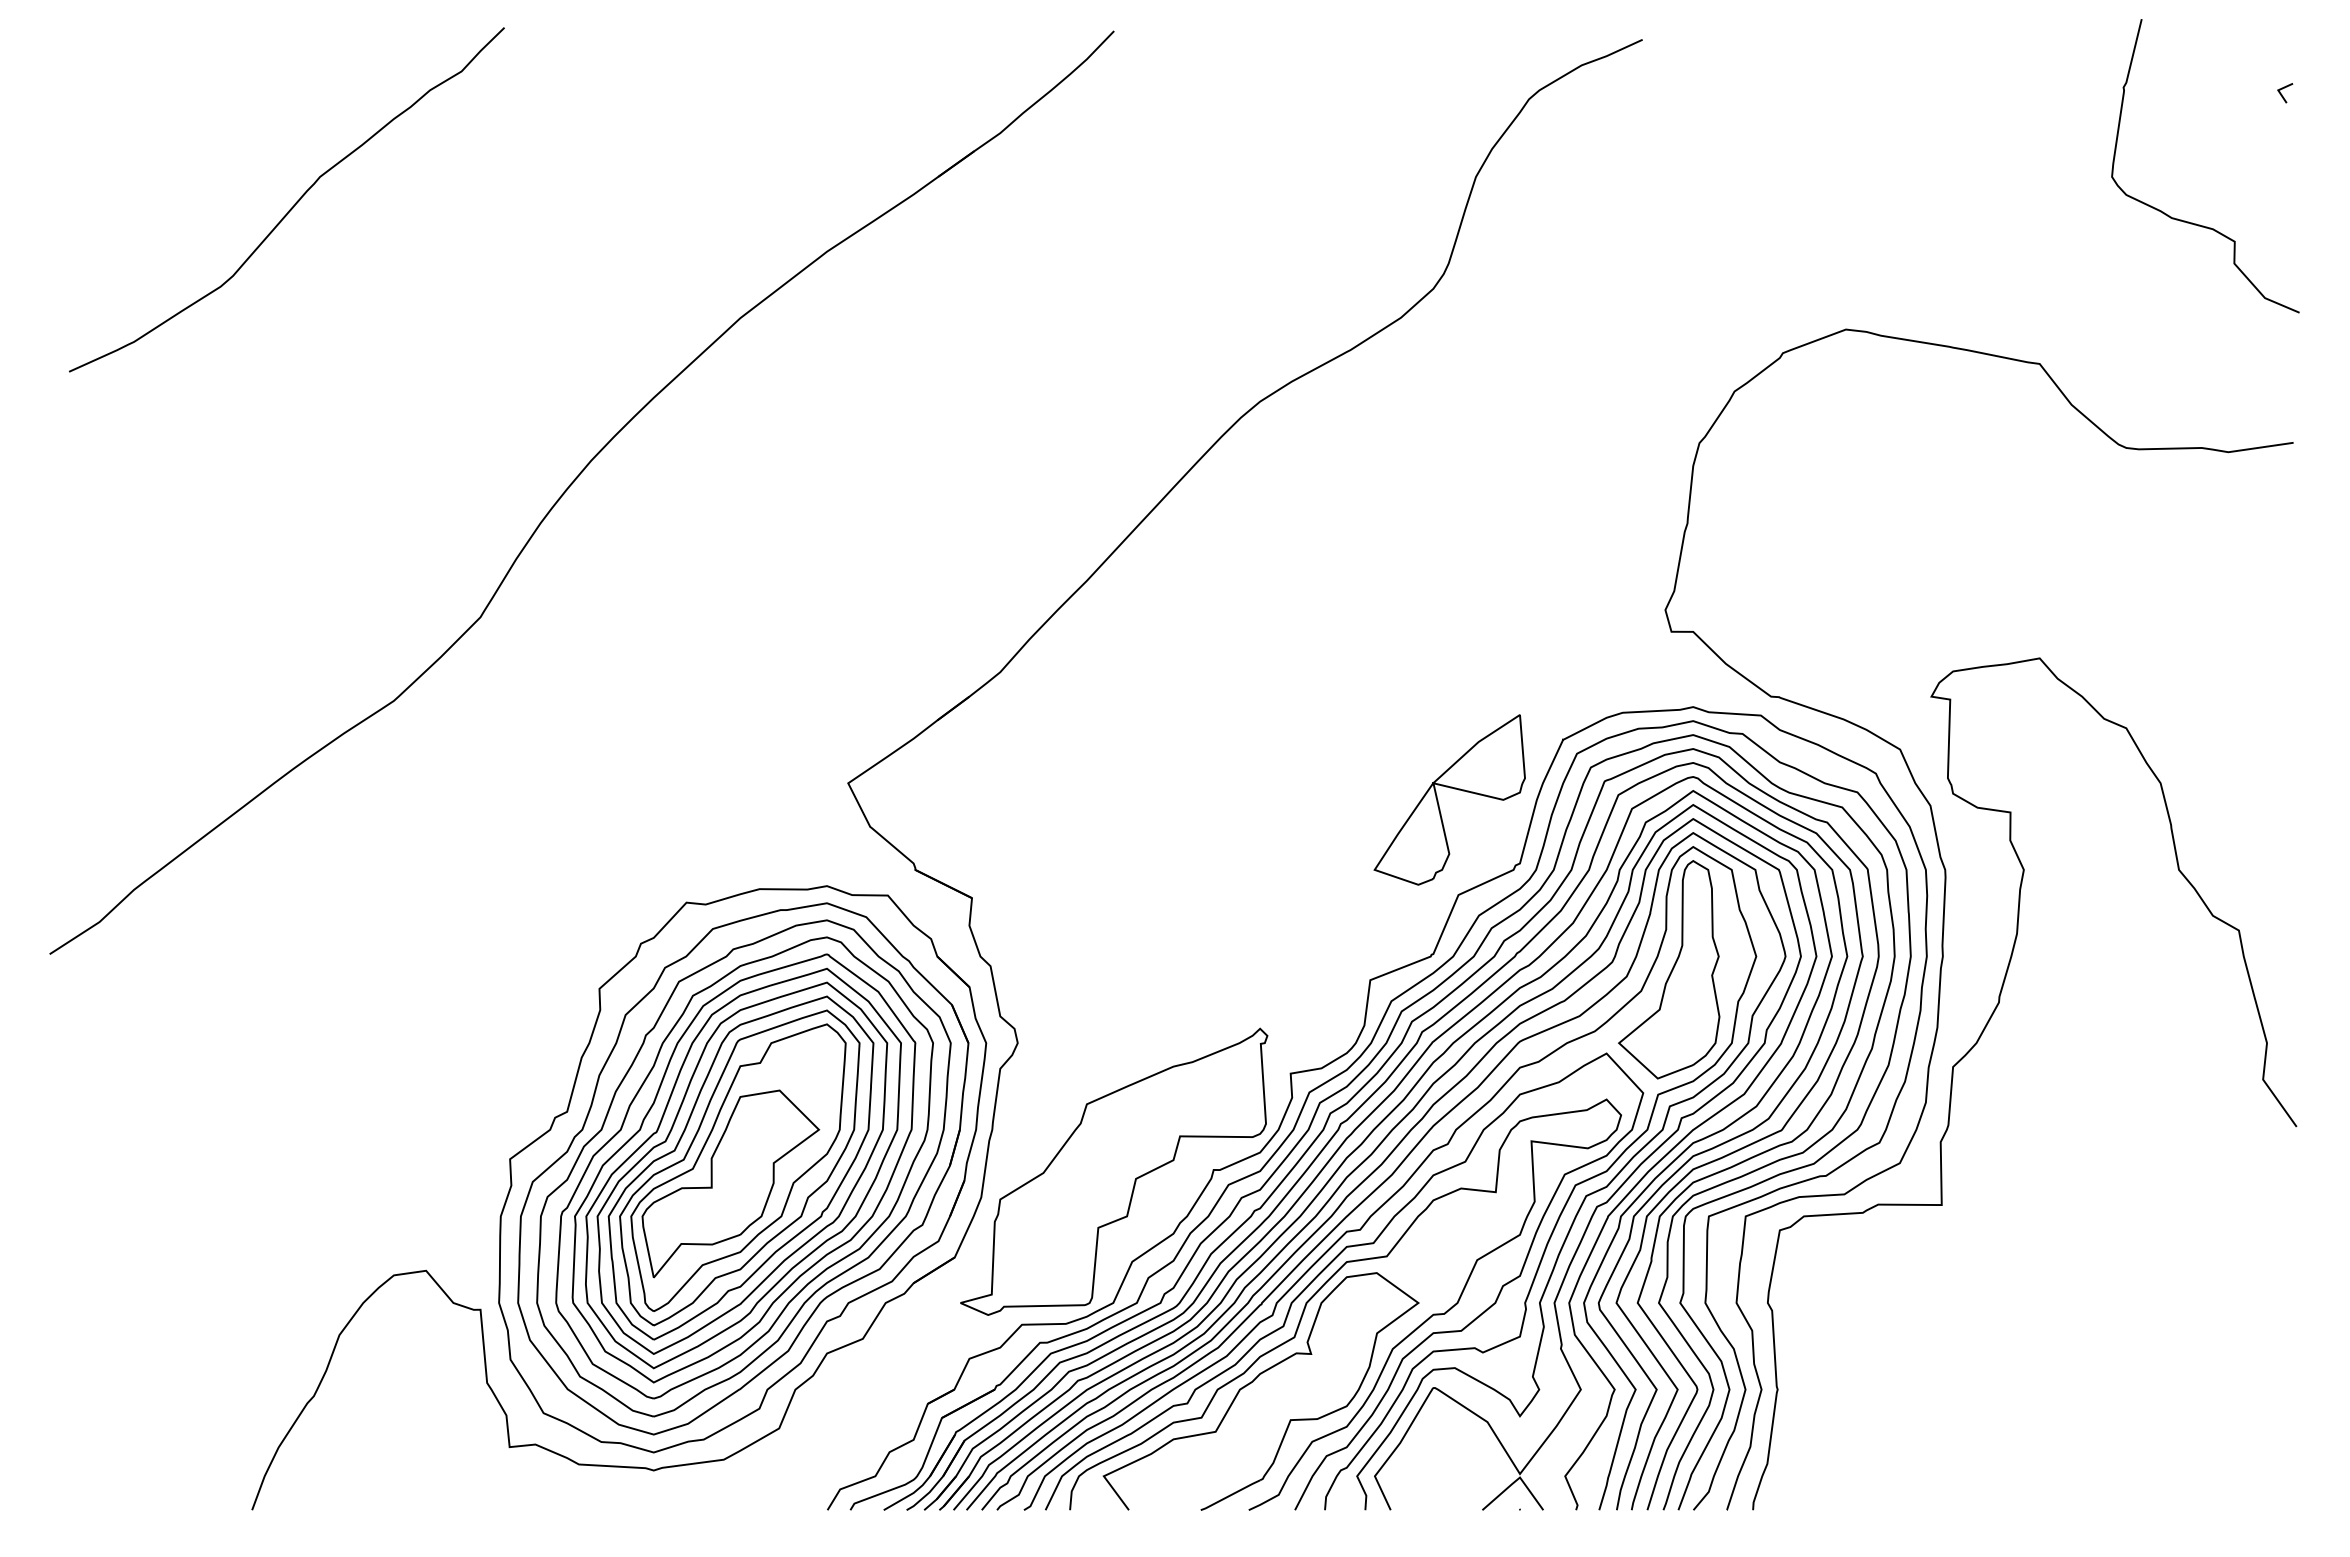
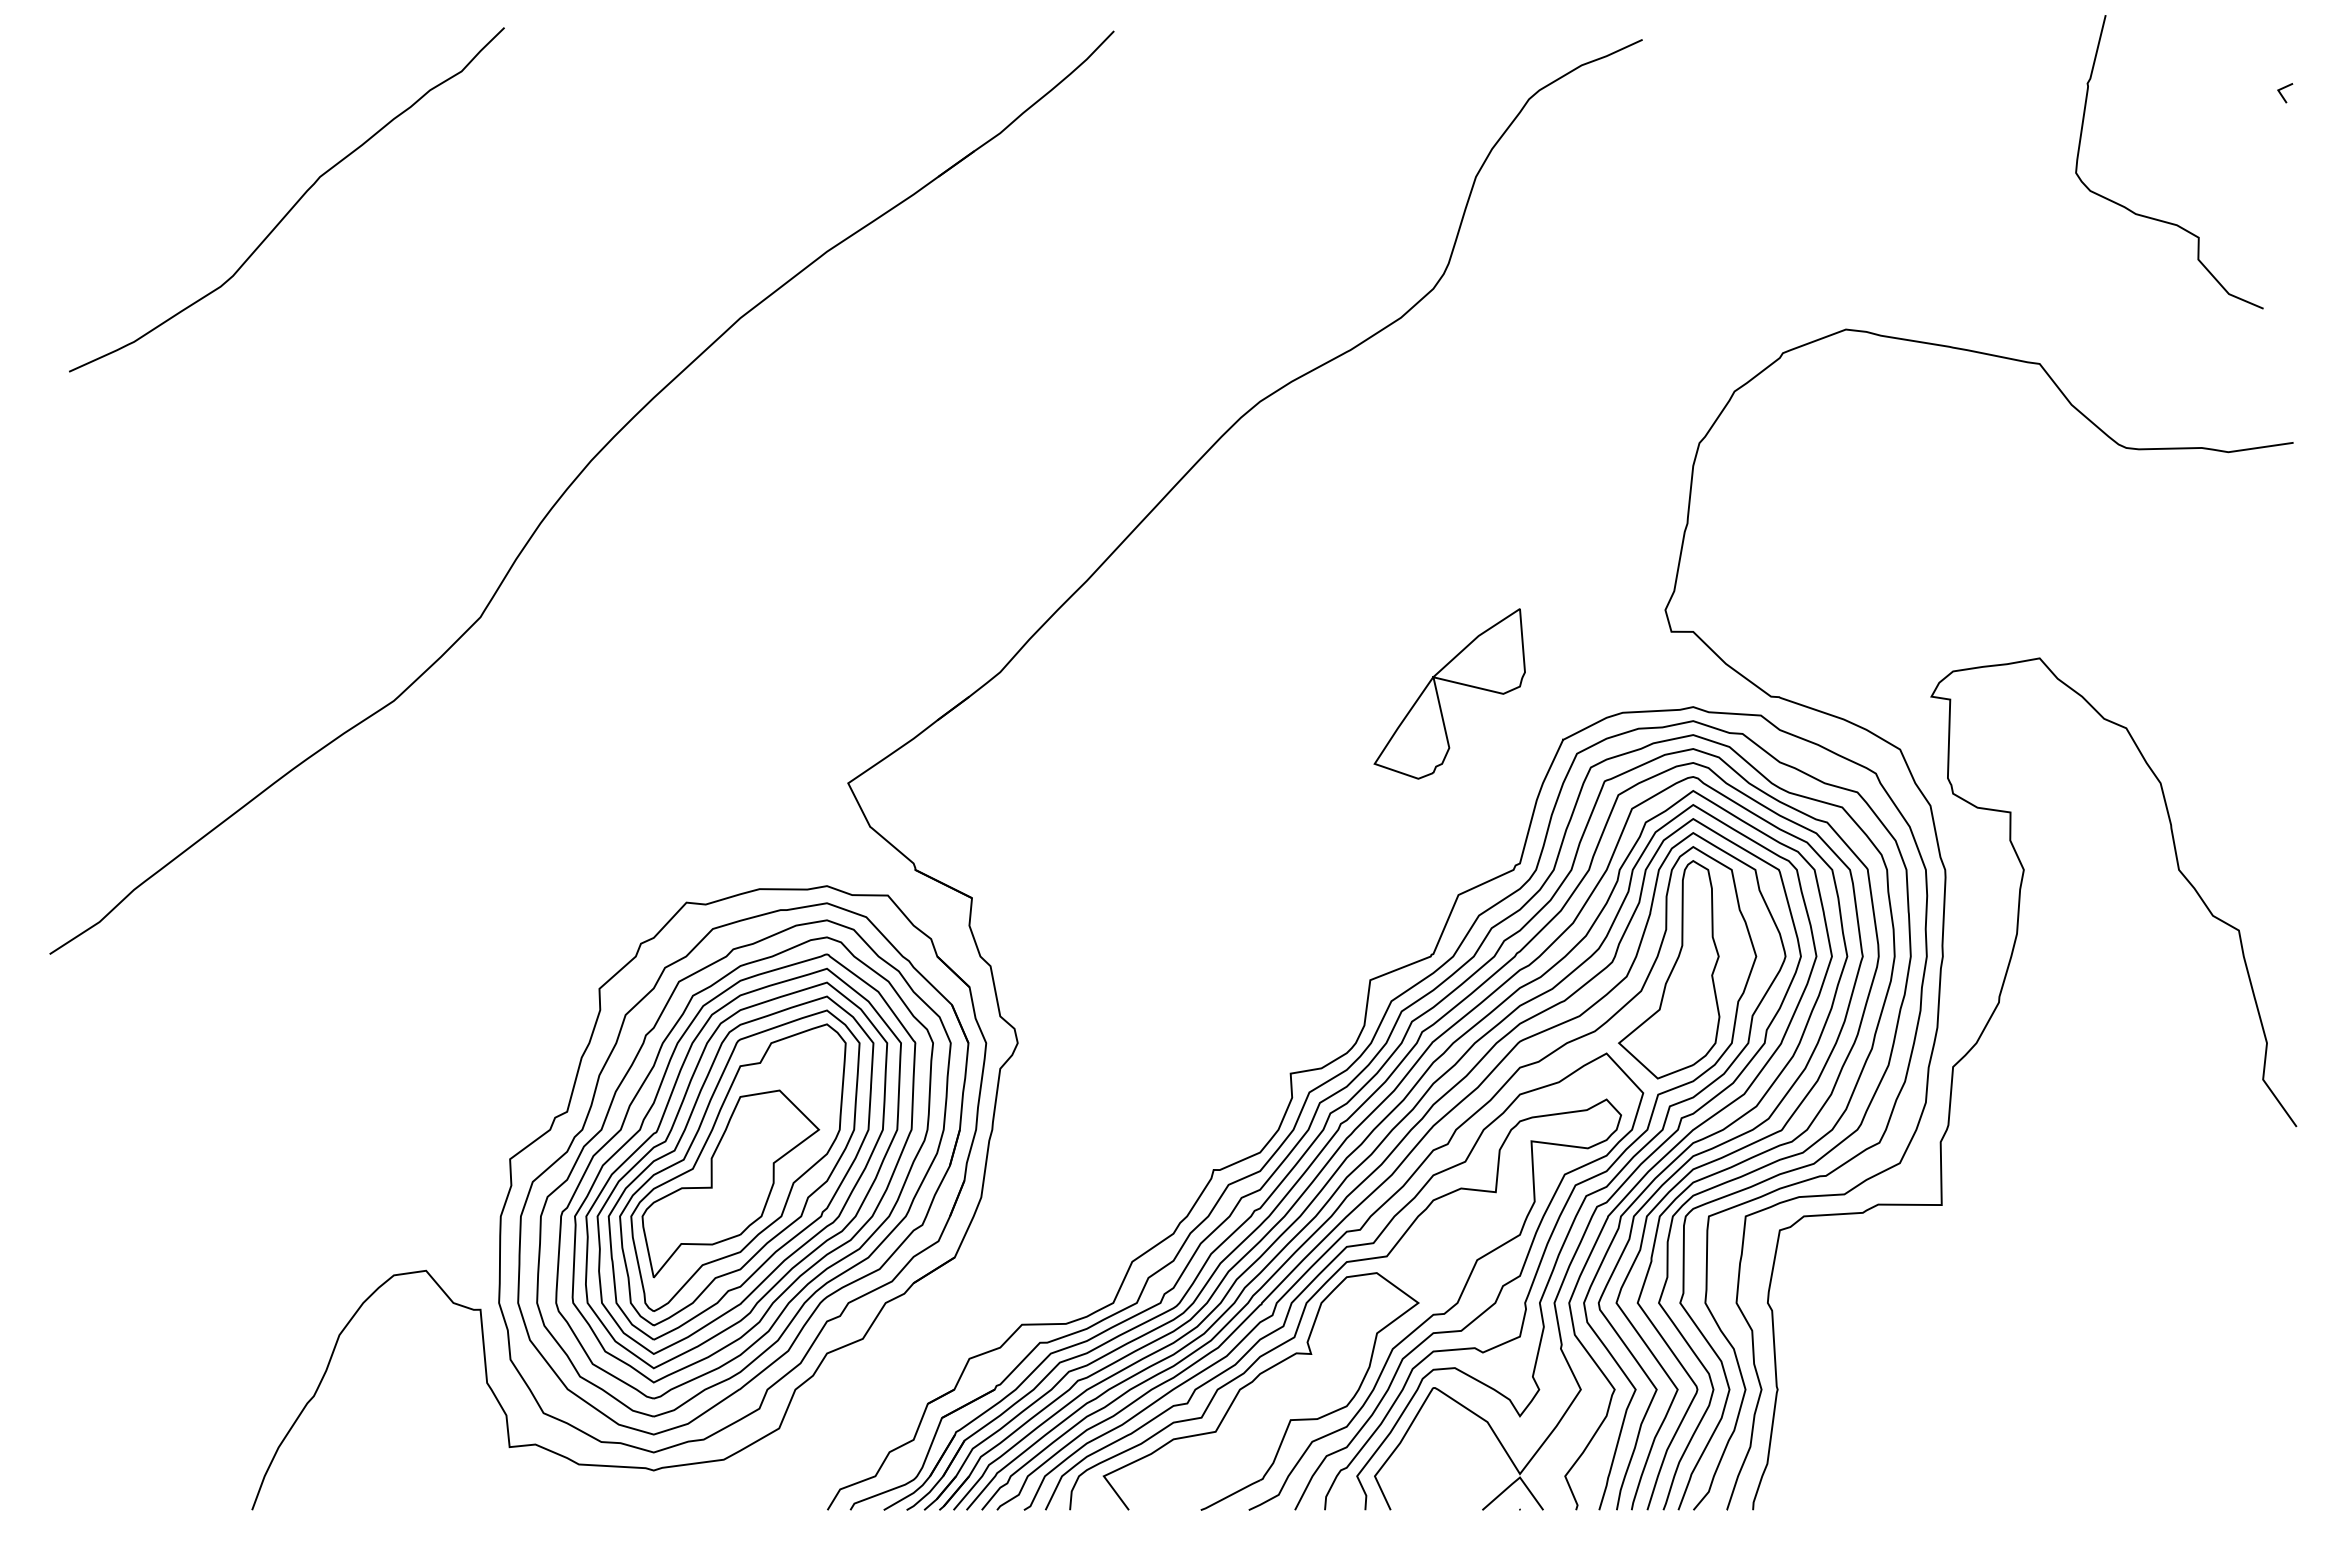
curve at (2192, 222) position: (2192, 222) -> (2156, 218)
part at (1450, 788) position: (1450, 788) -> (1450, 682)
part at (1114, 1171): present -> none
